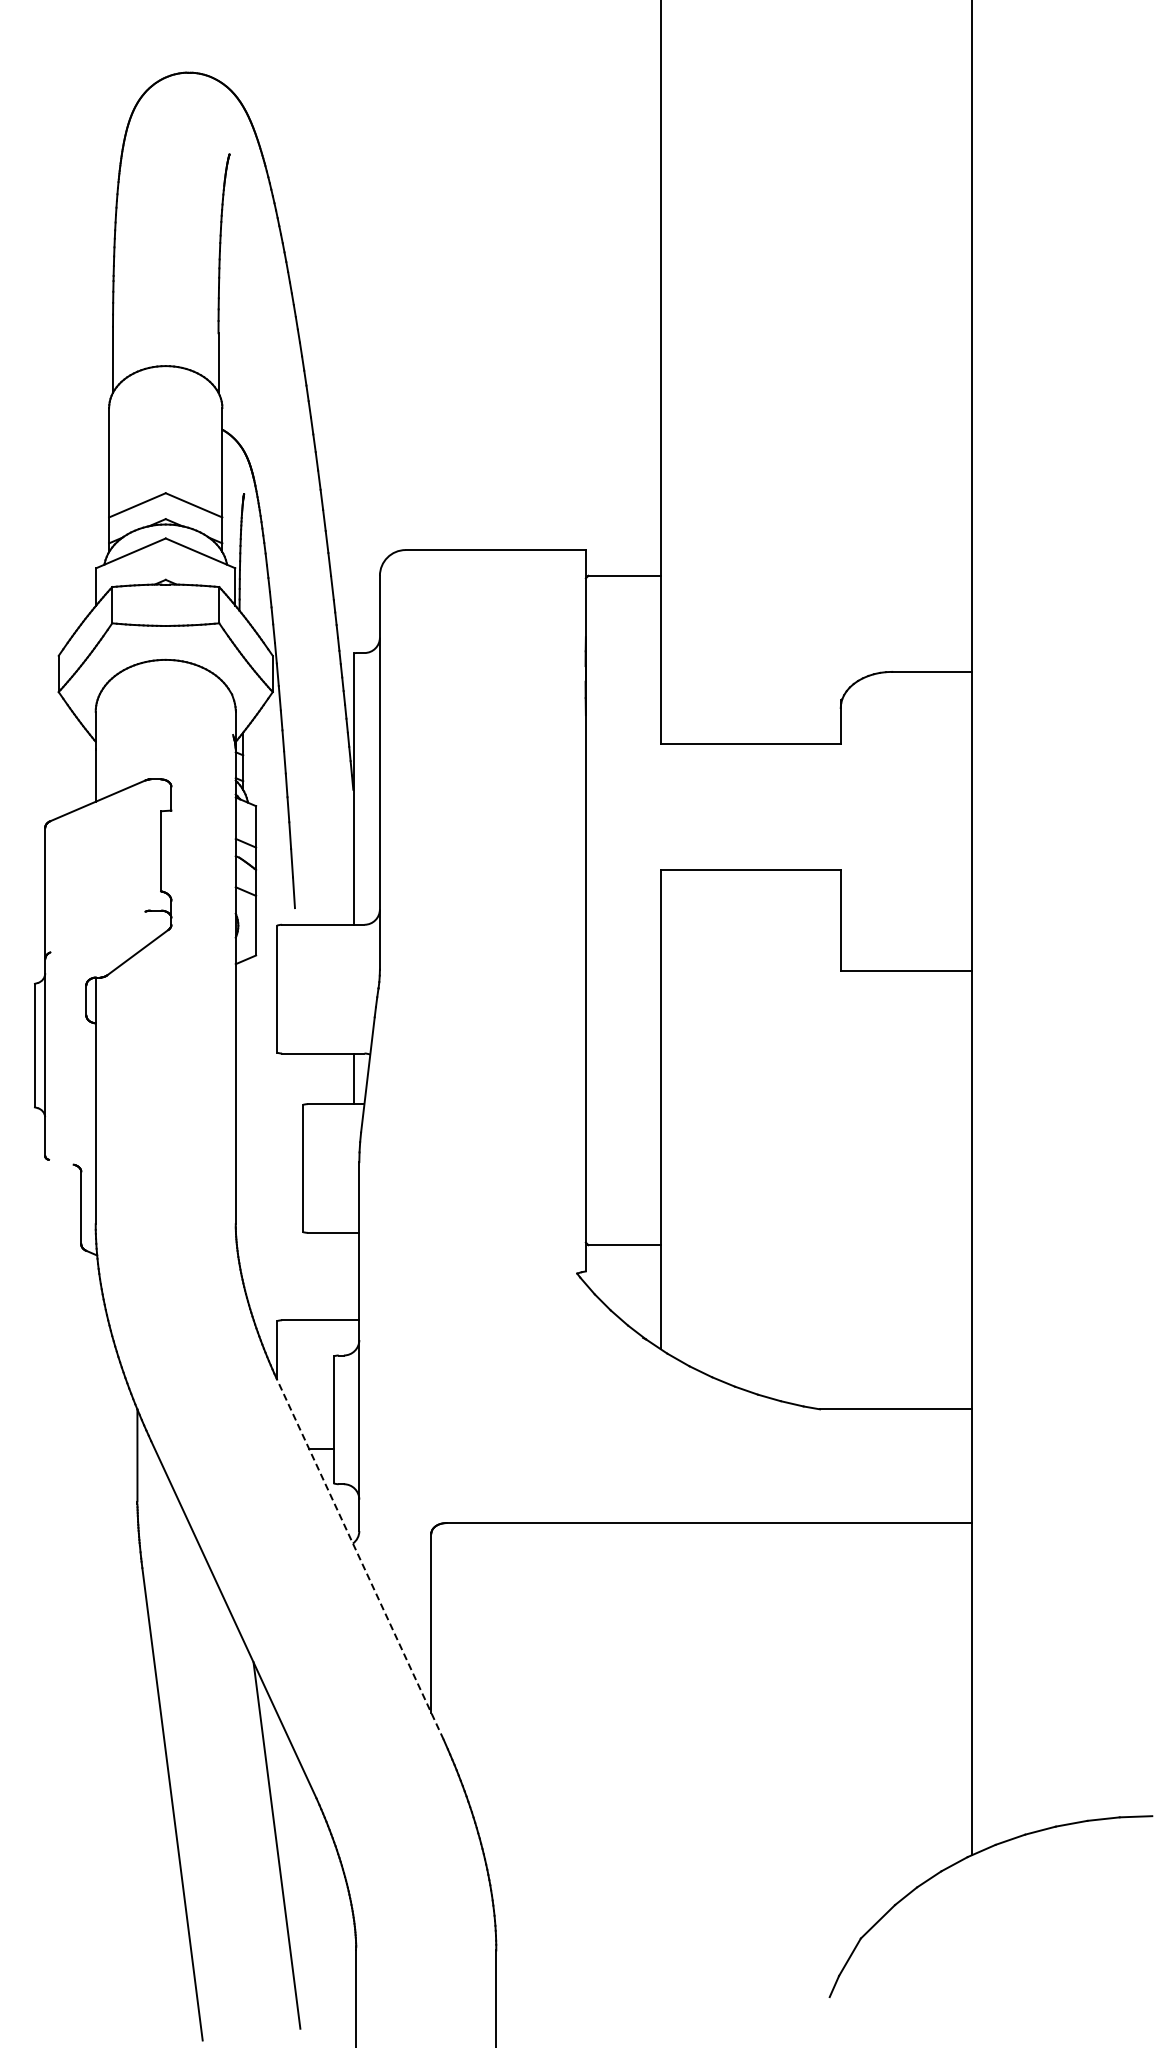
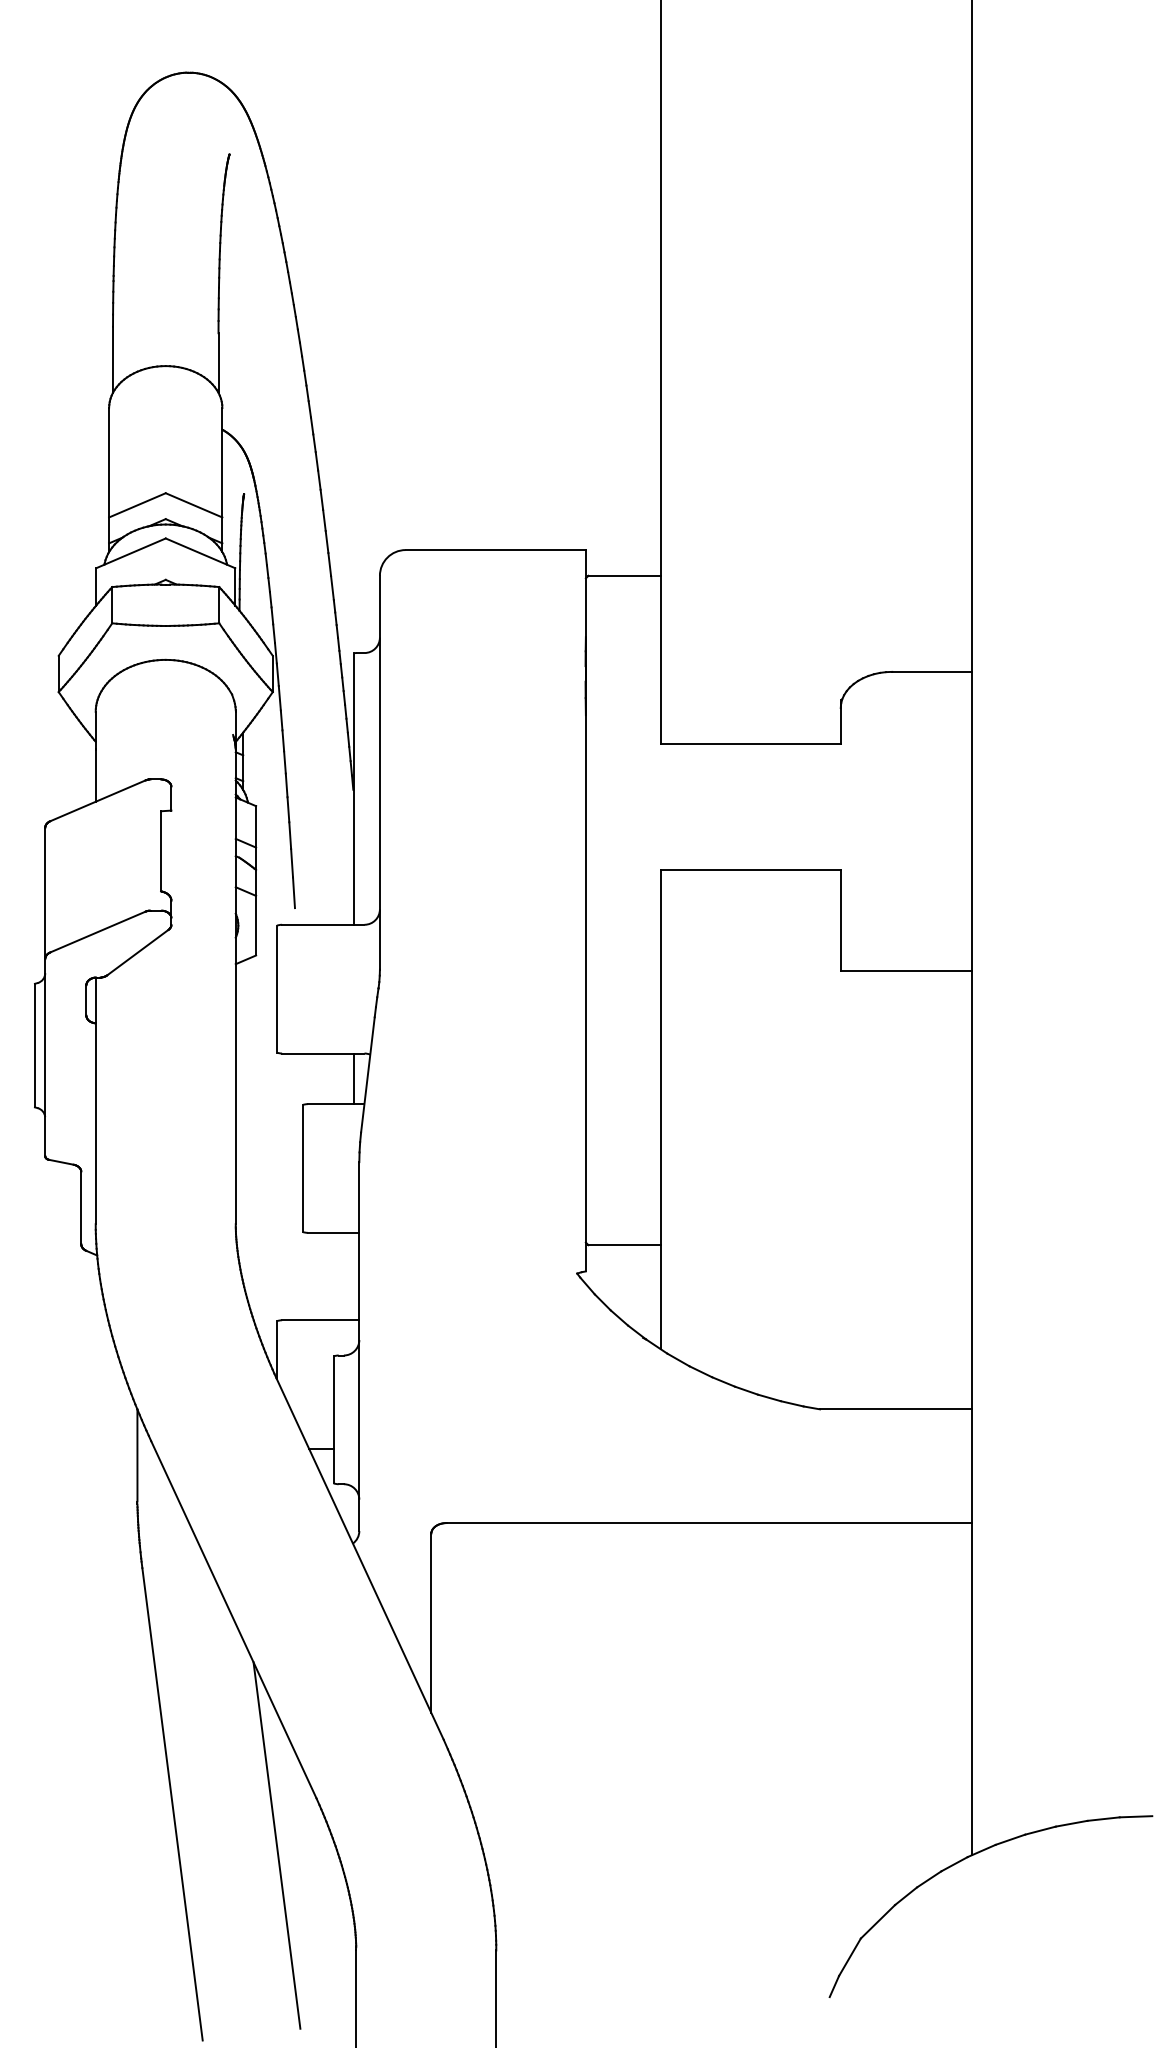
line at (97, 931): none -> present
line at (61, 1161): none -> present
line at (359, 1558): dashed -> solid
